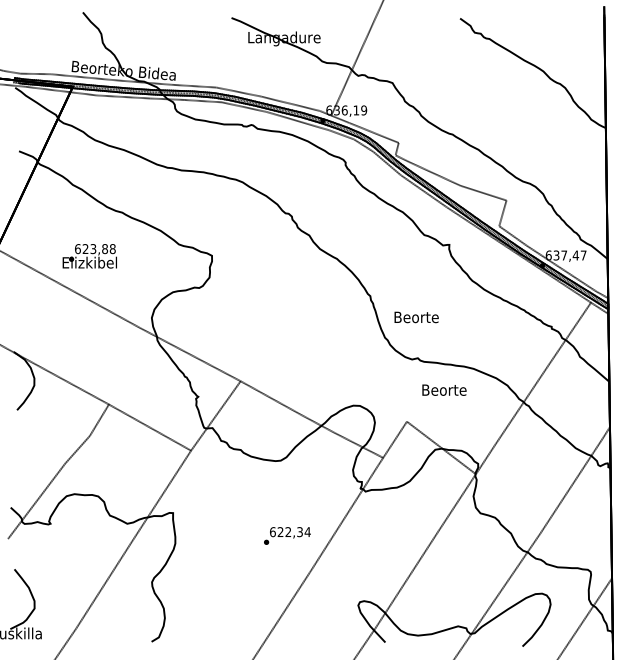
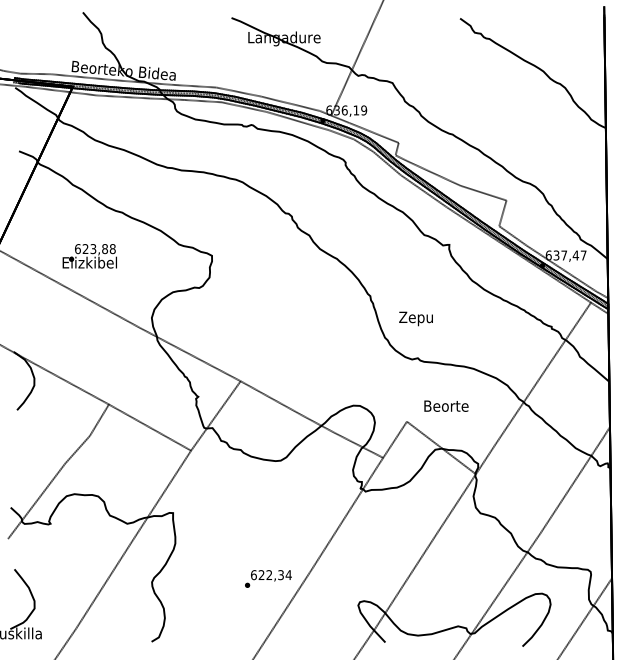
text at (416, 318): Beorte -> Zepu
text at (444, 389) position: (444, 389) -> (446, 405)
text at (287, 535) position: (287, 535) -> (268, 578)
